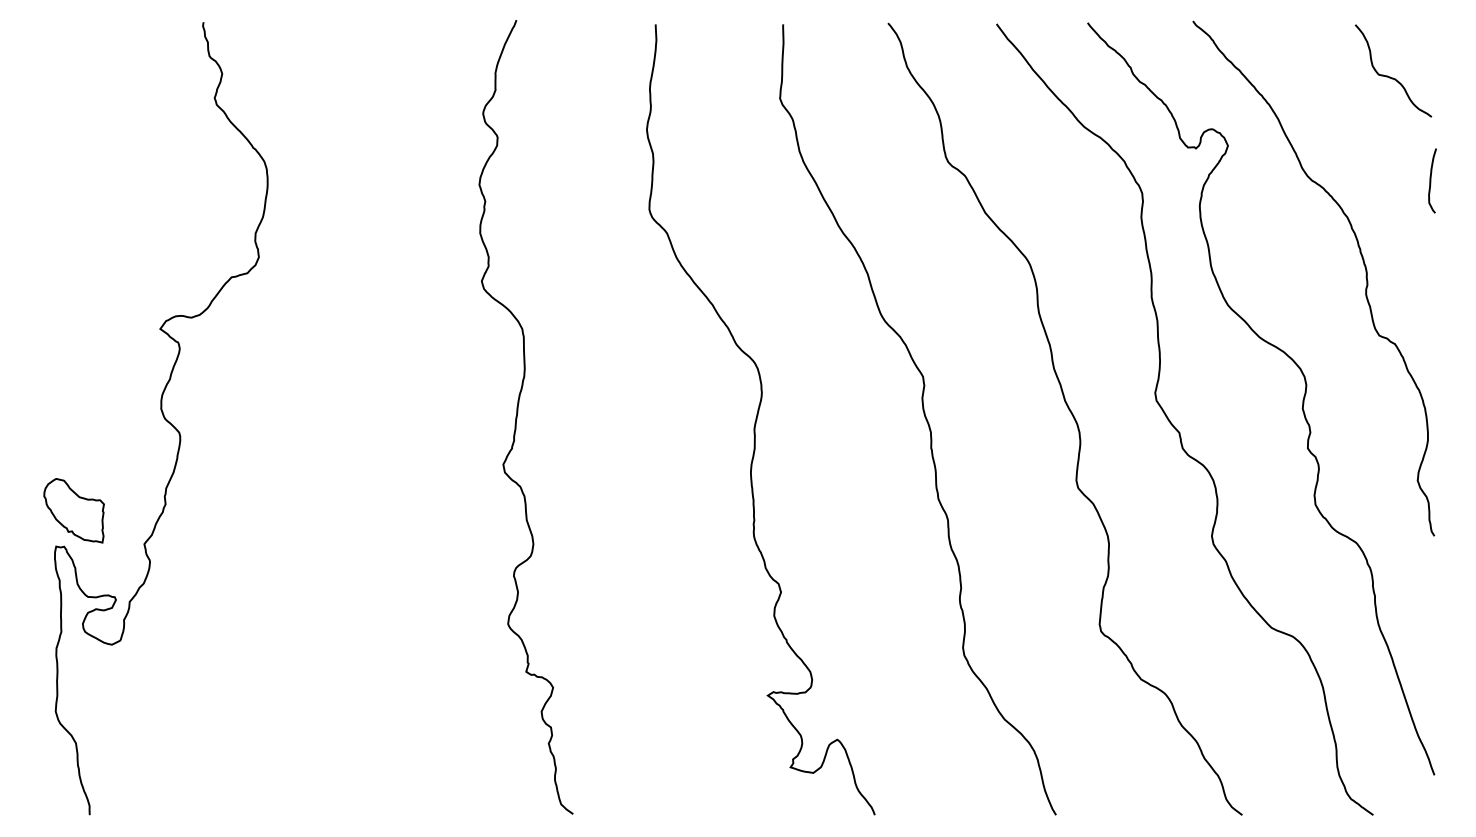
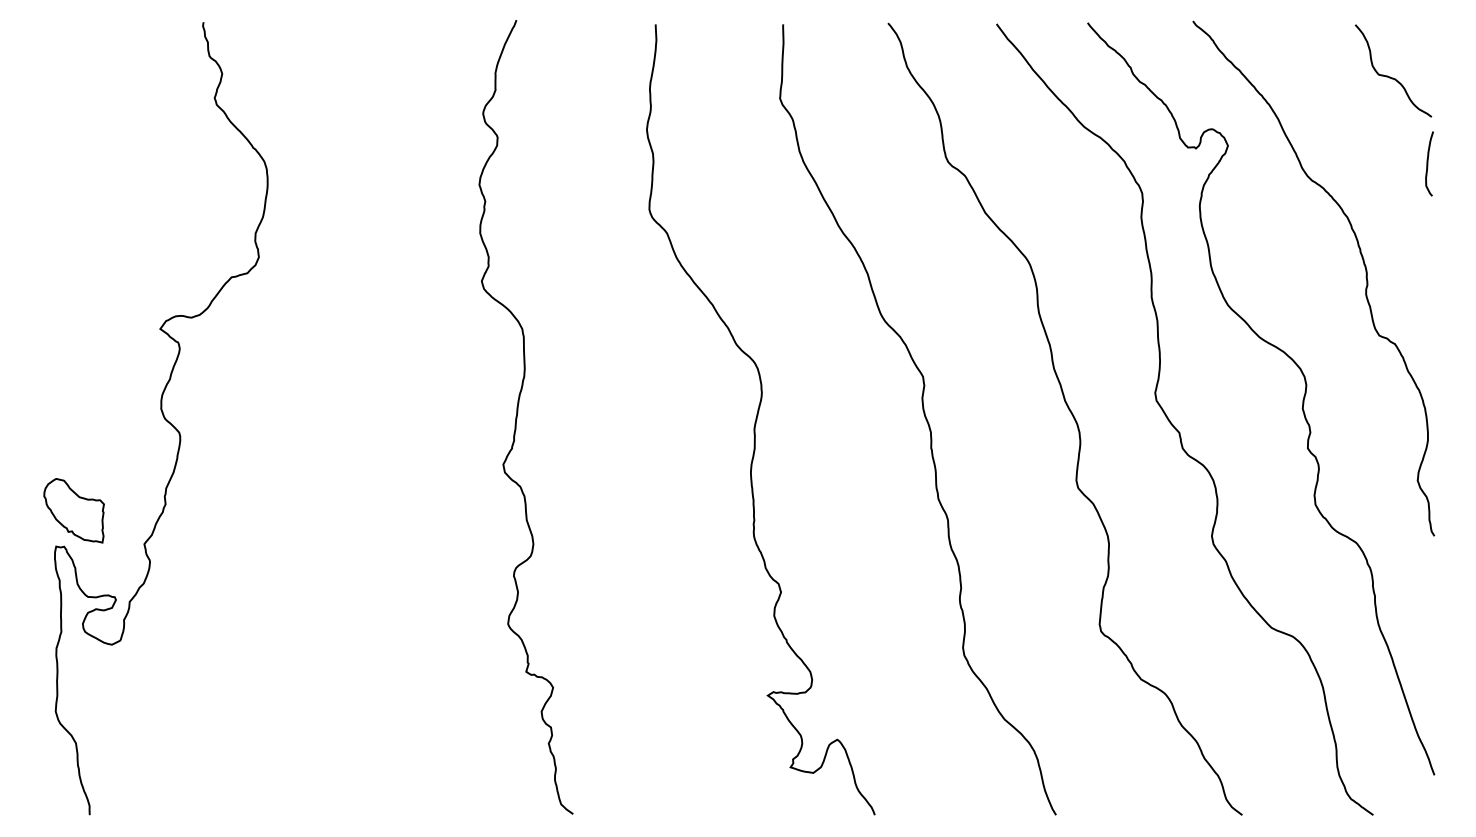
curve at (1431, 180) position: (1431, 180) -> (1428, 163)
